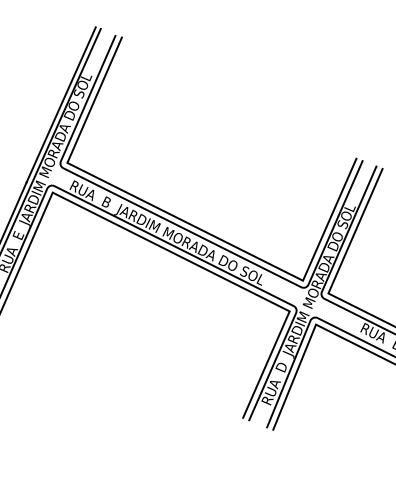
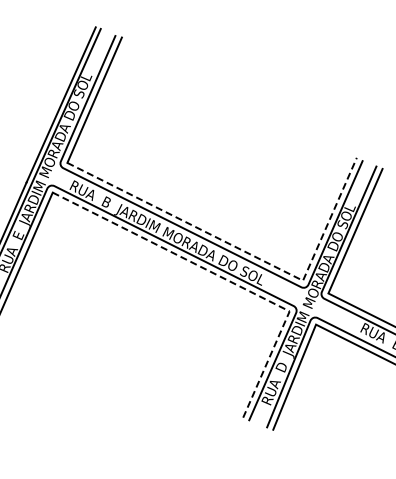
line at (245, 252): solid -> dashed
line at (224, 278): solid -> dashed
